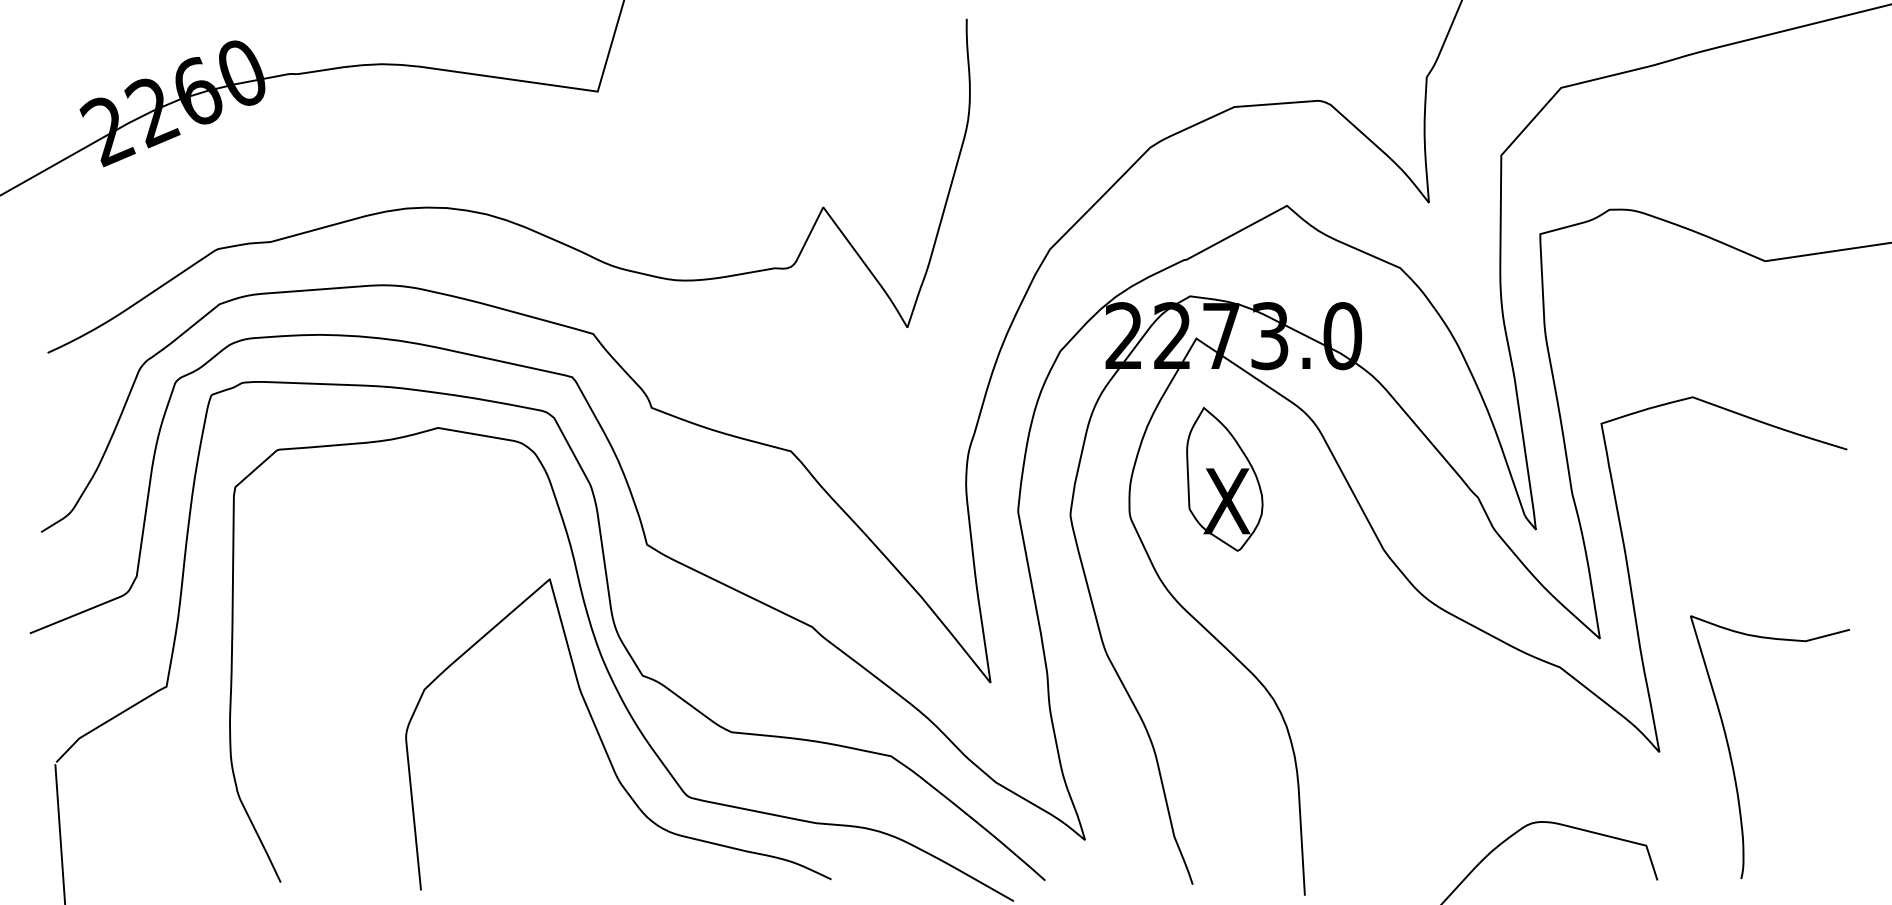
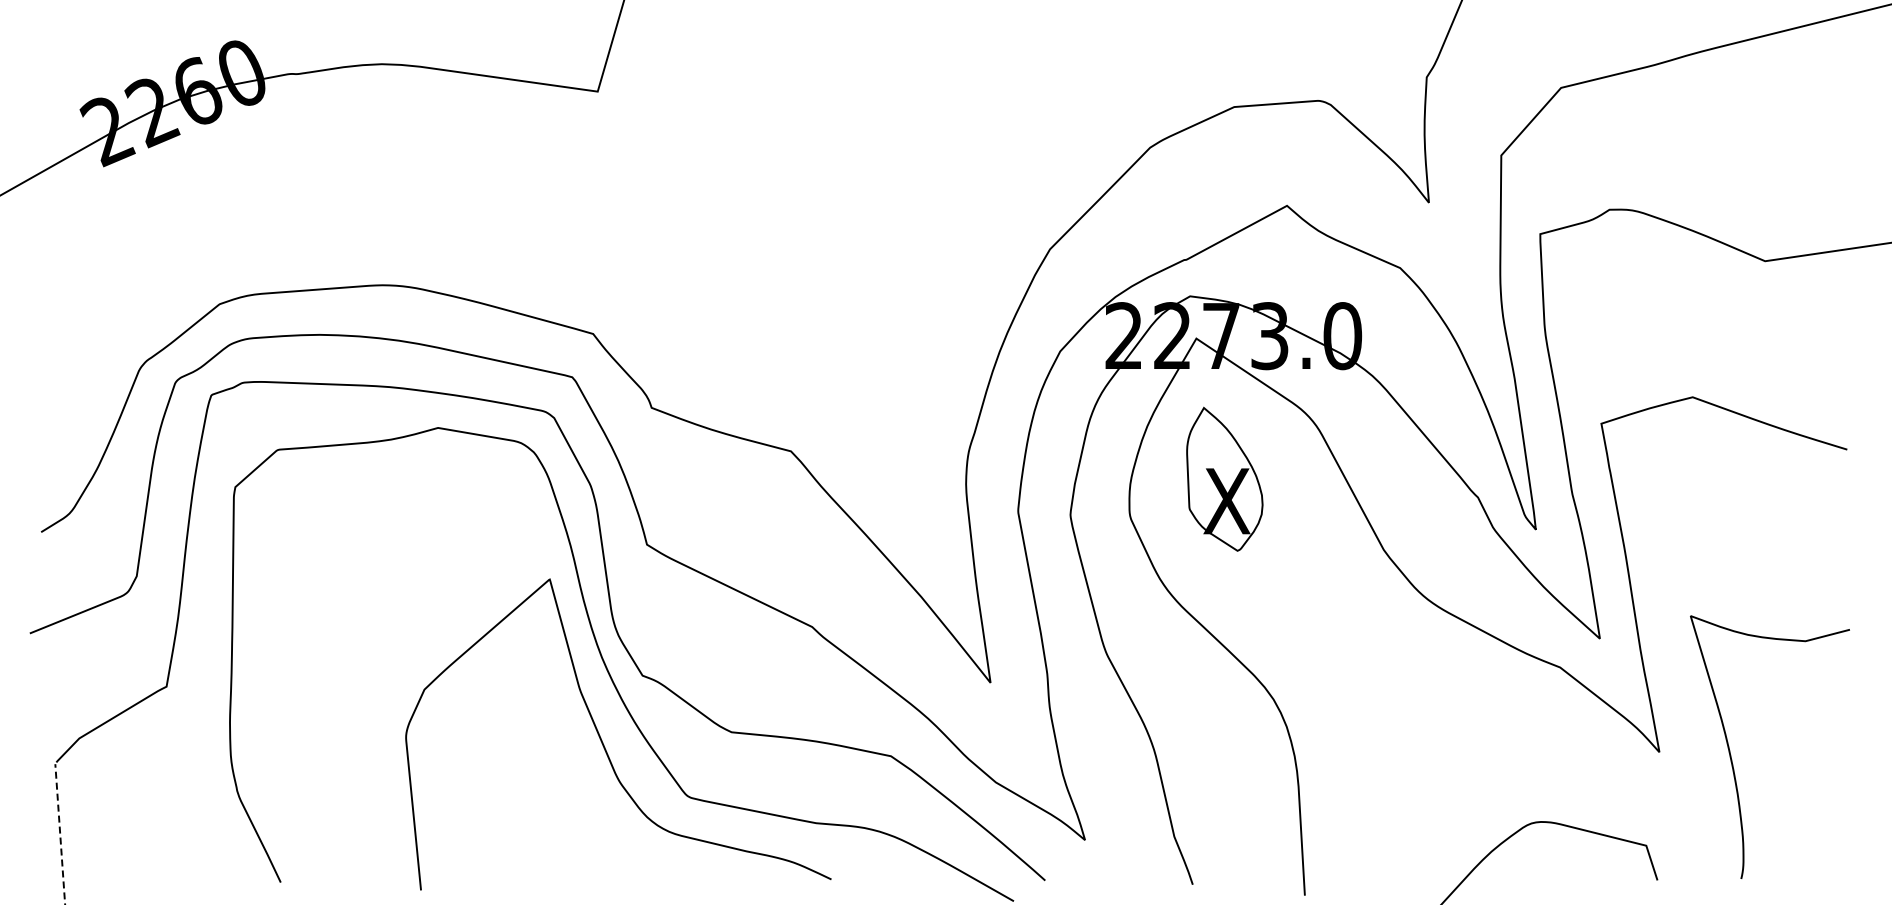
curve at (501, 217): present -> none
line at (60, 833): solid -> dashed
